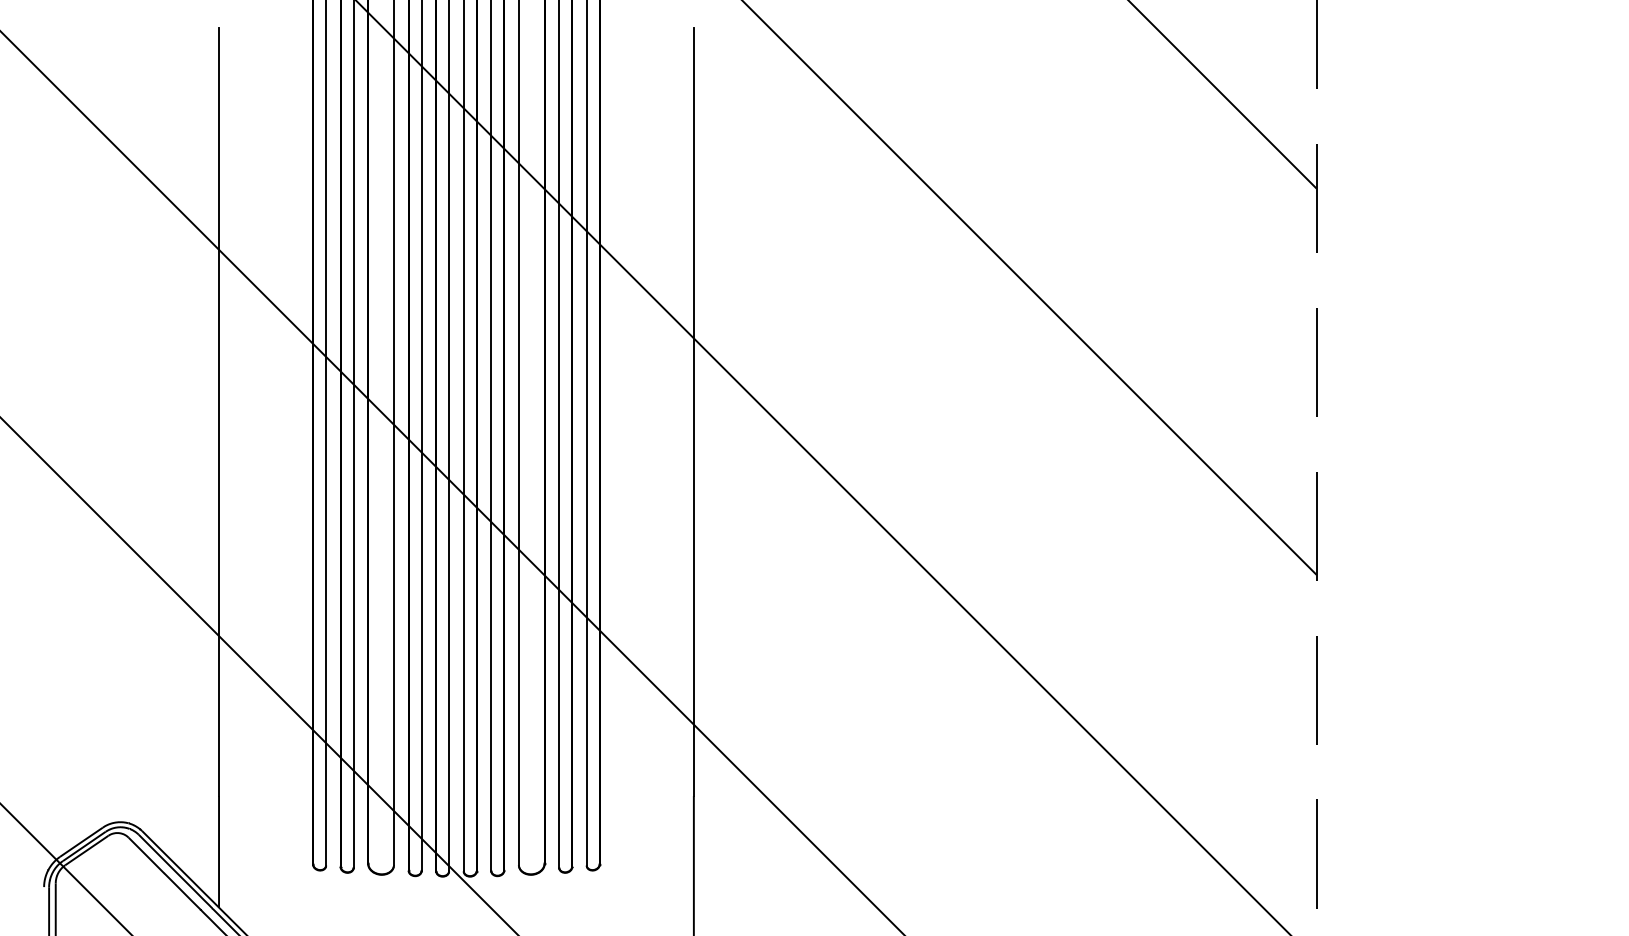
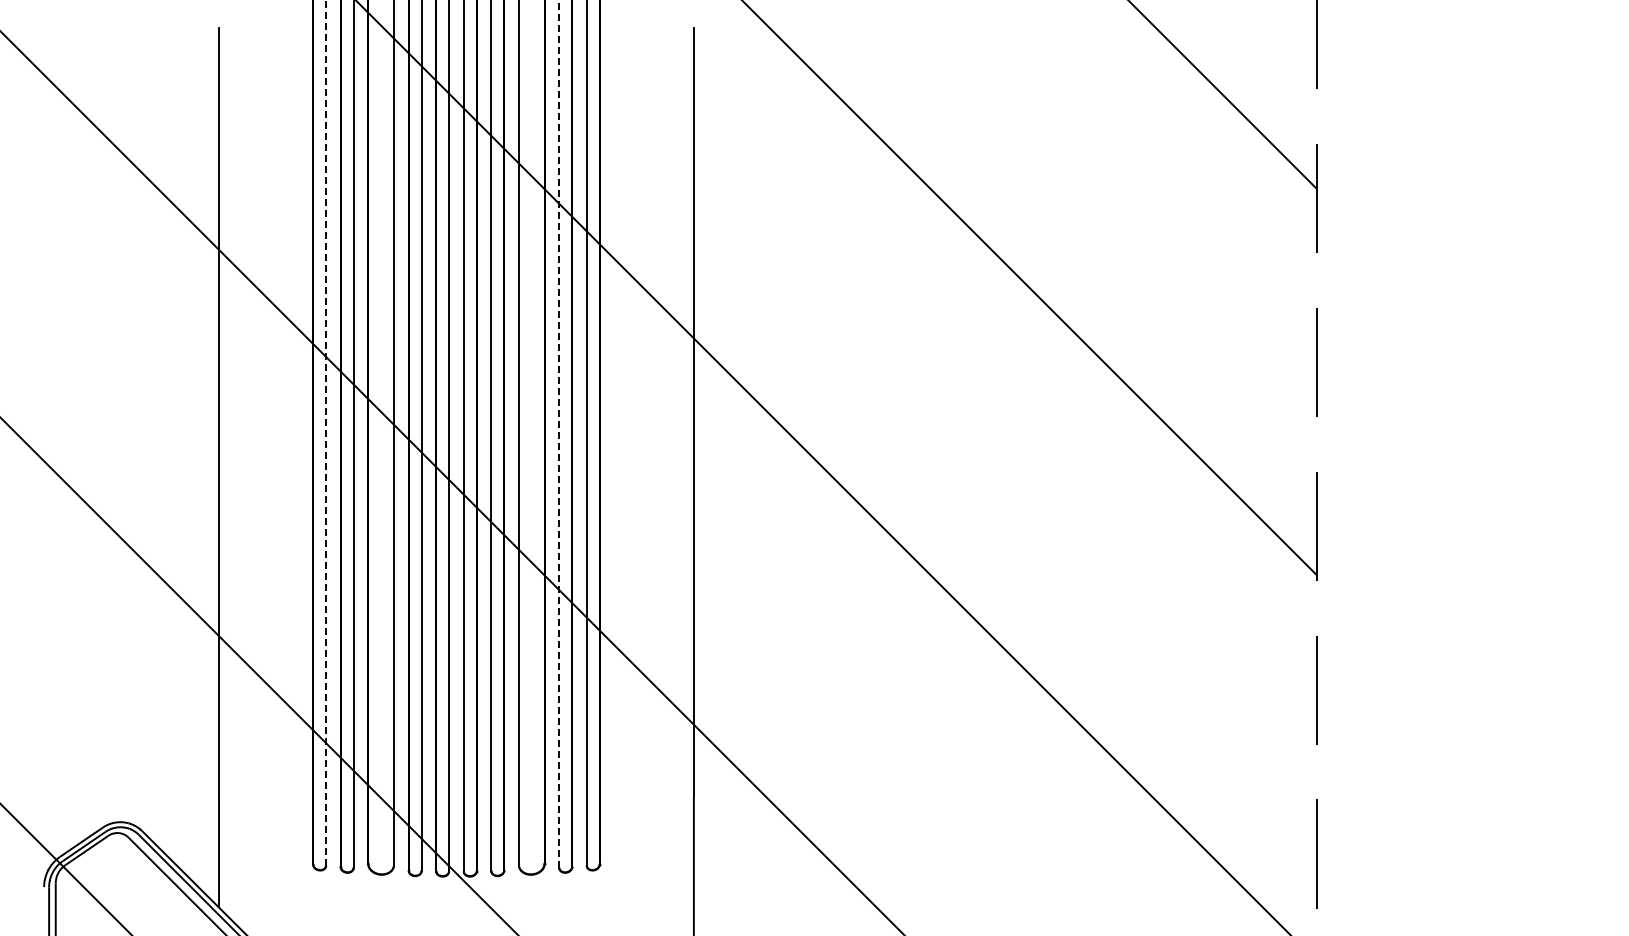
line at (326, 432): solid -> dashed
line at (559, 434): solid -> dashed
